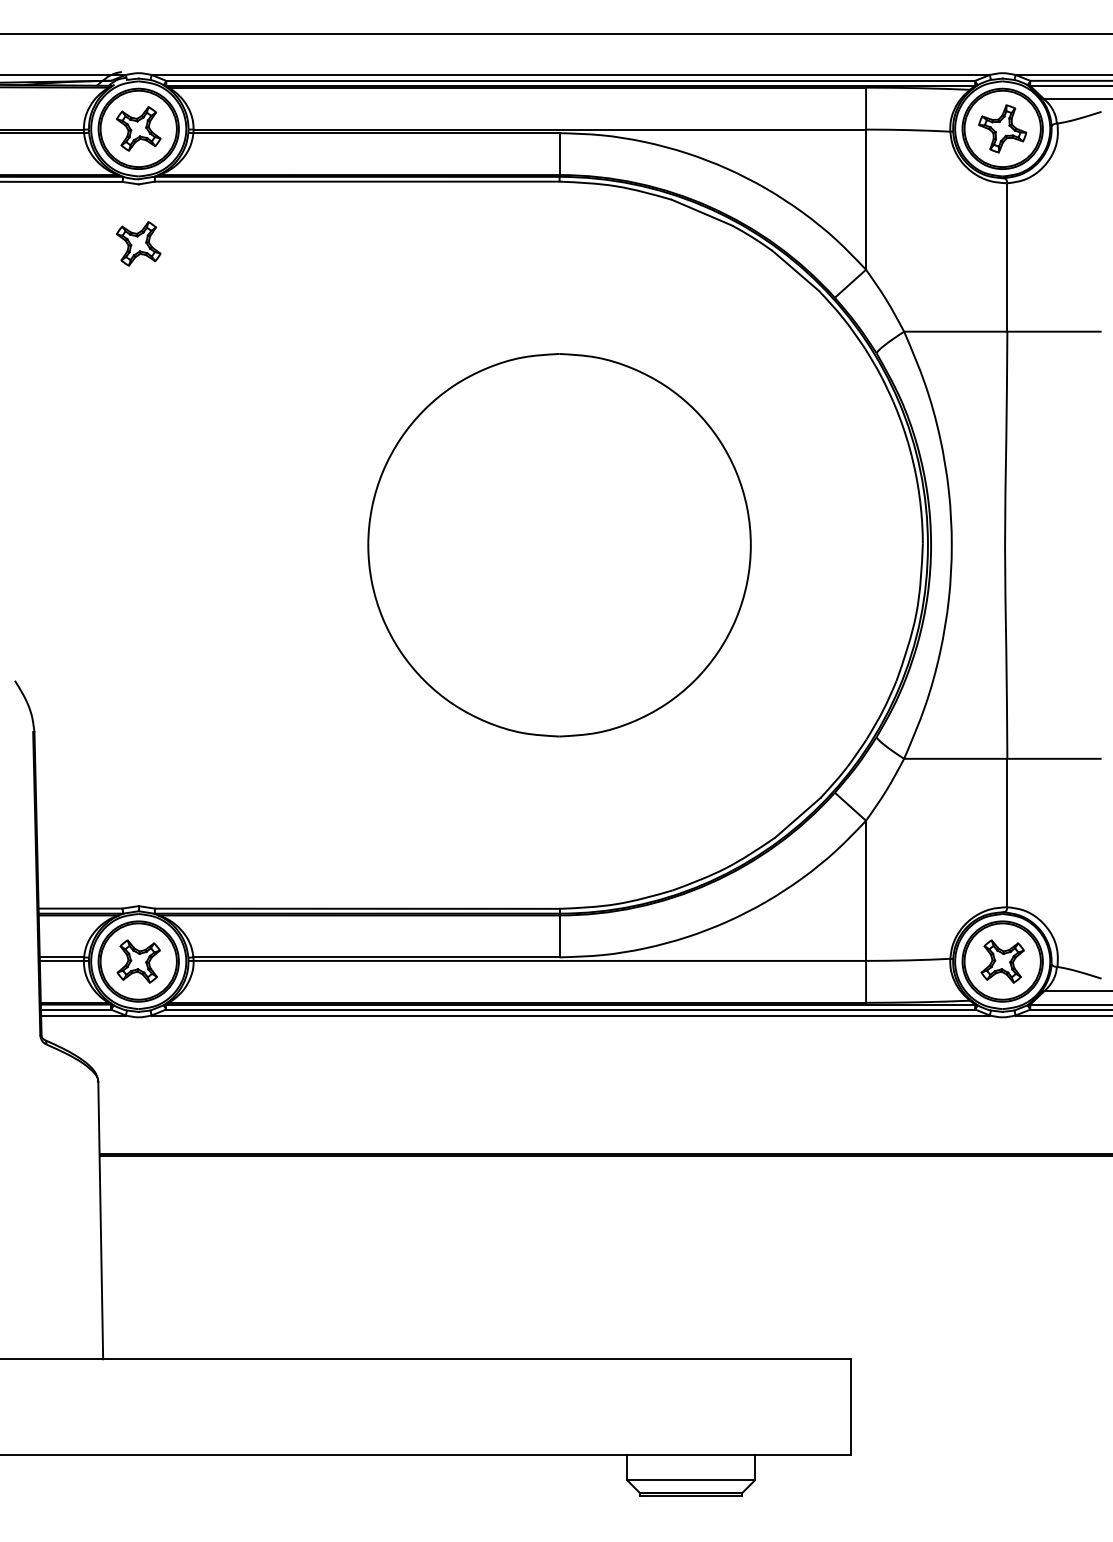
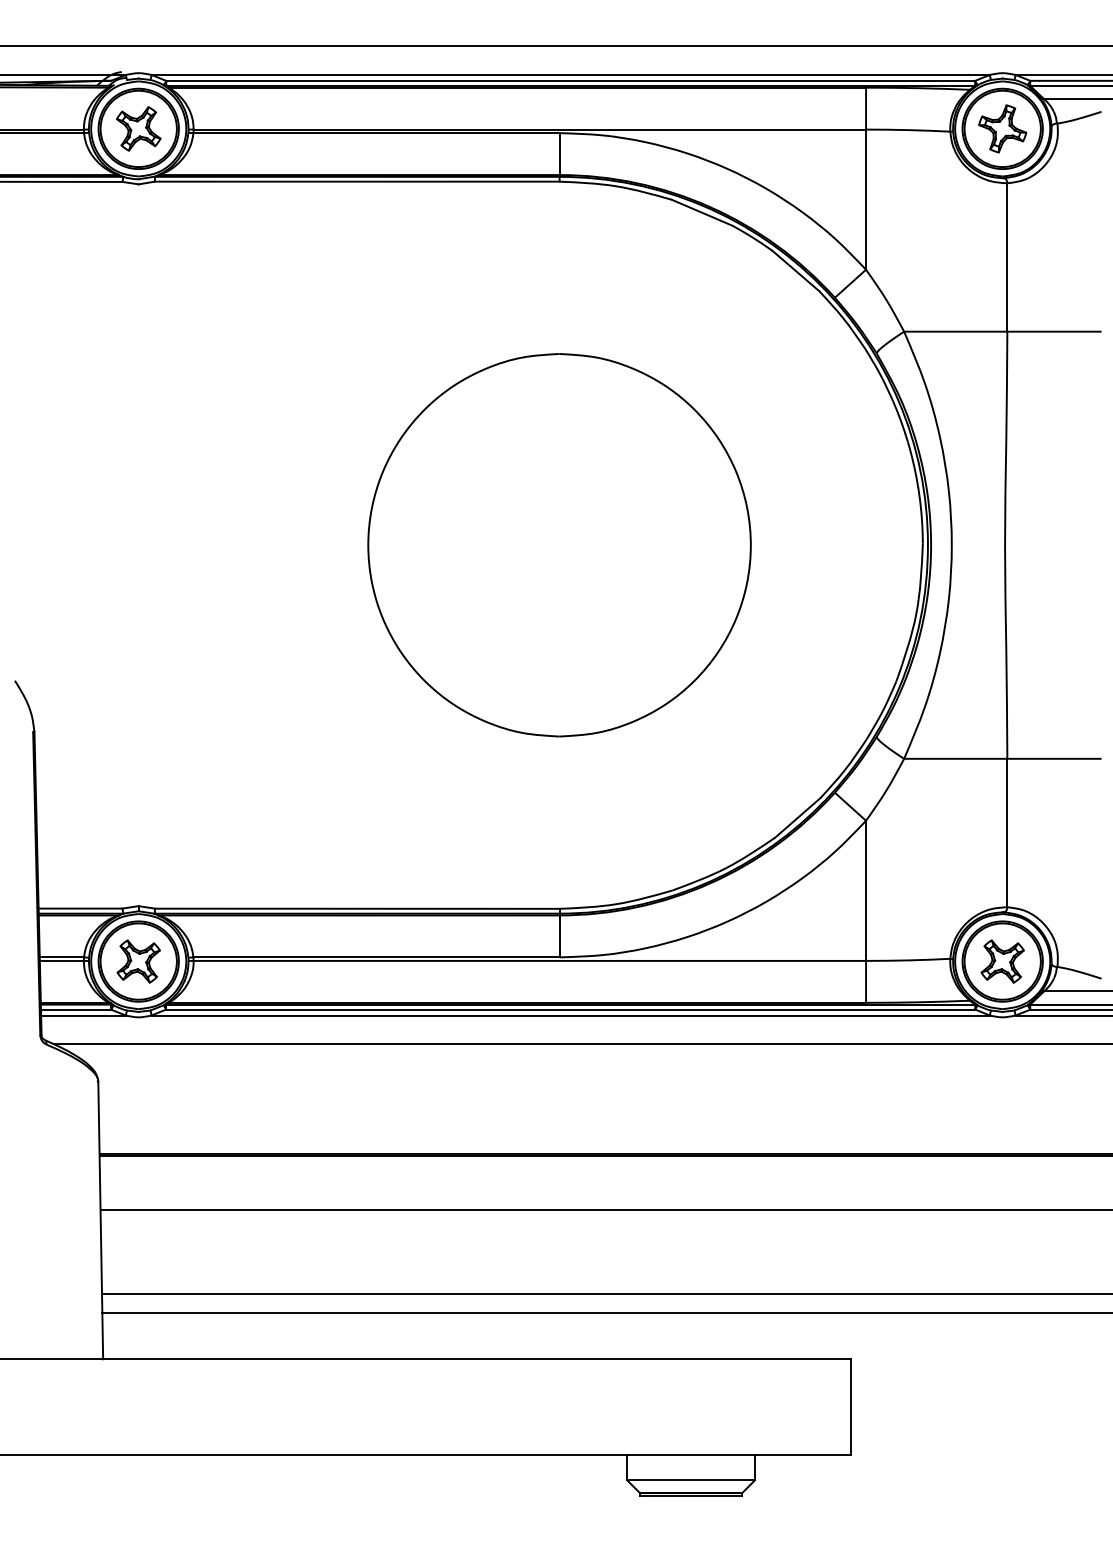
line at (555, 34) position: (555, 34) -> (555, 46)
part at (138, 243): present -> none
line at (581, 1044): none -> present
line at (604, 1209): none -> present
line at (605, 1294): none -> present
line at (605, 1312): none -> present
